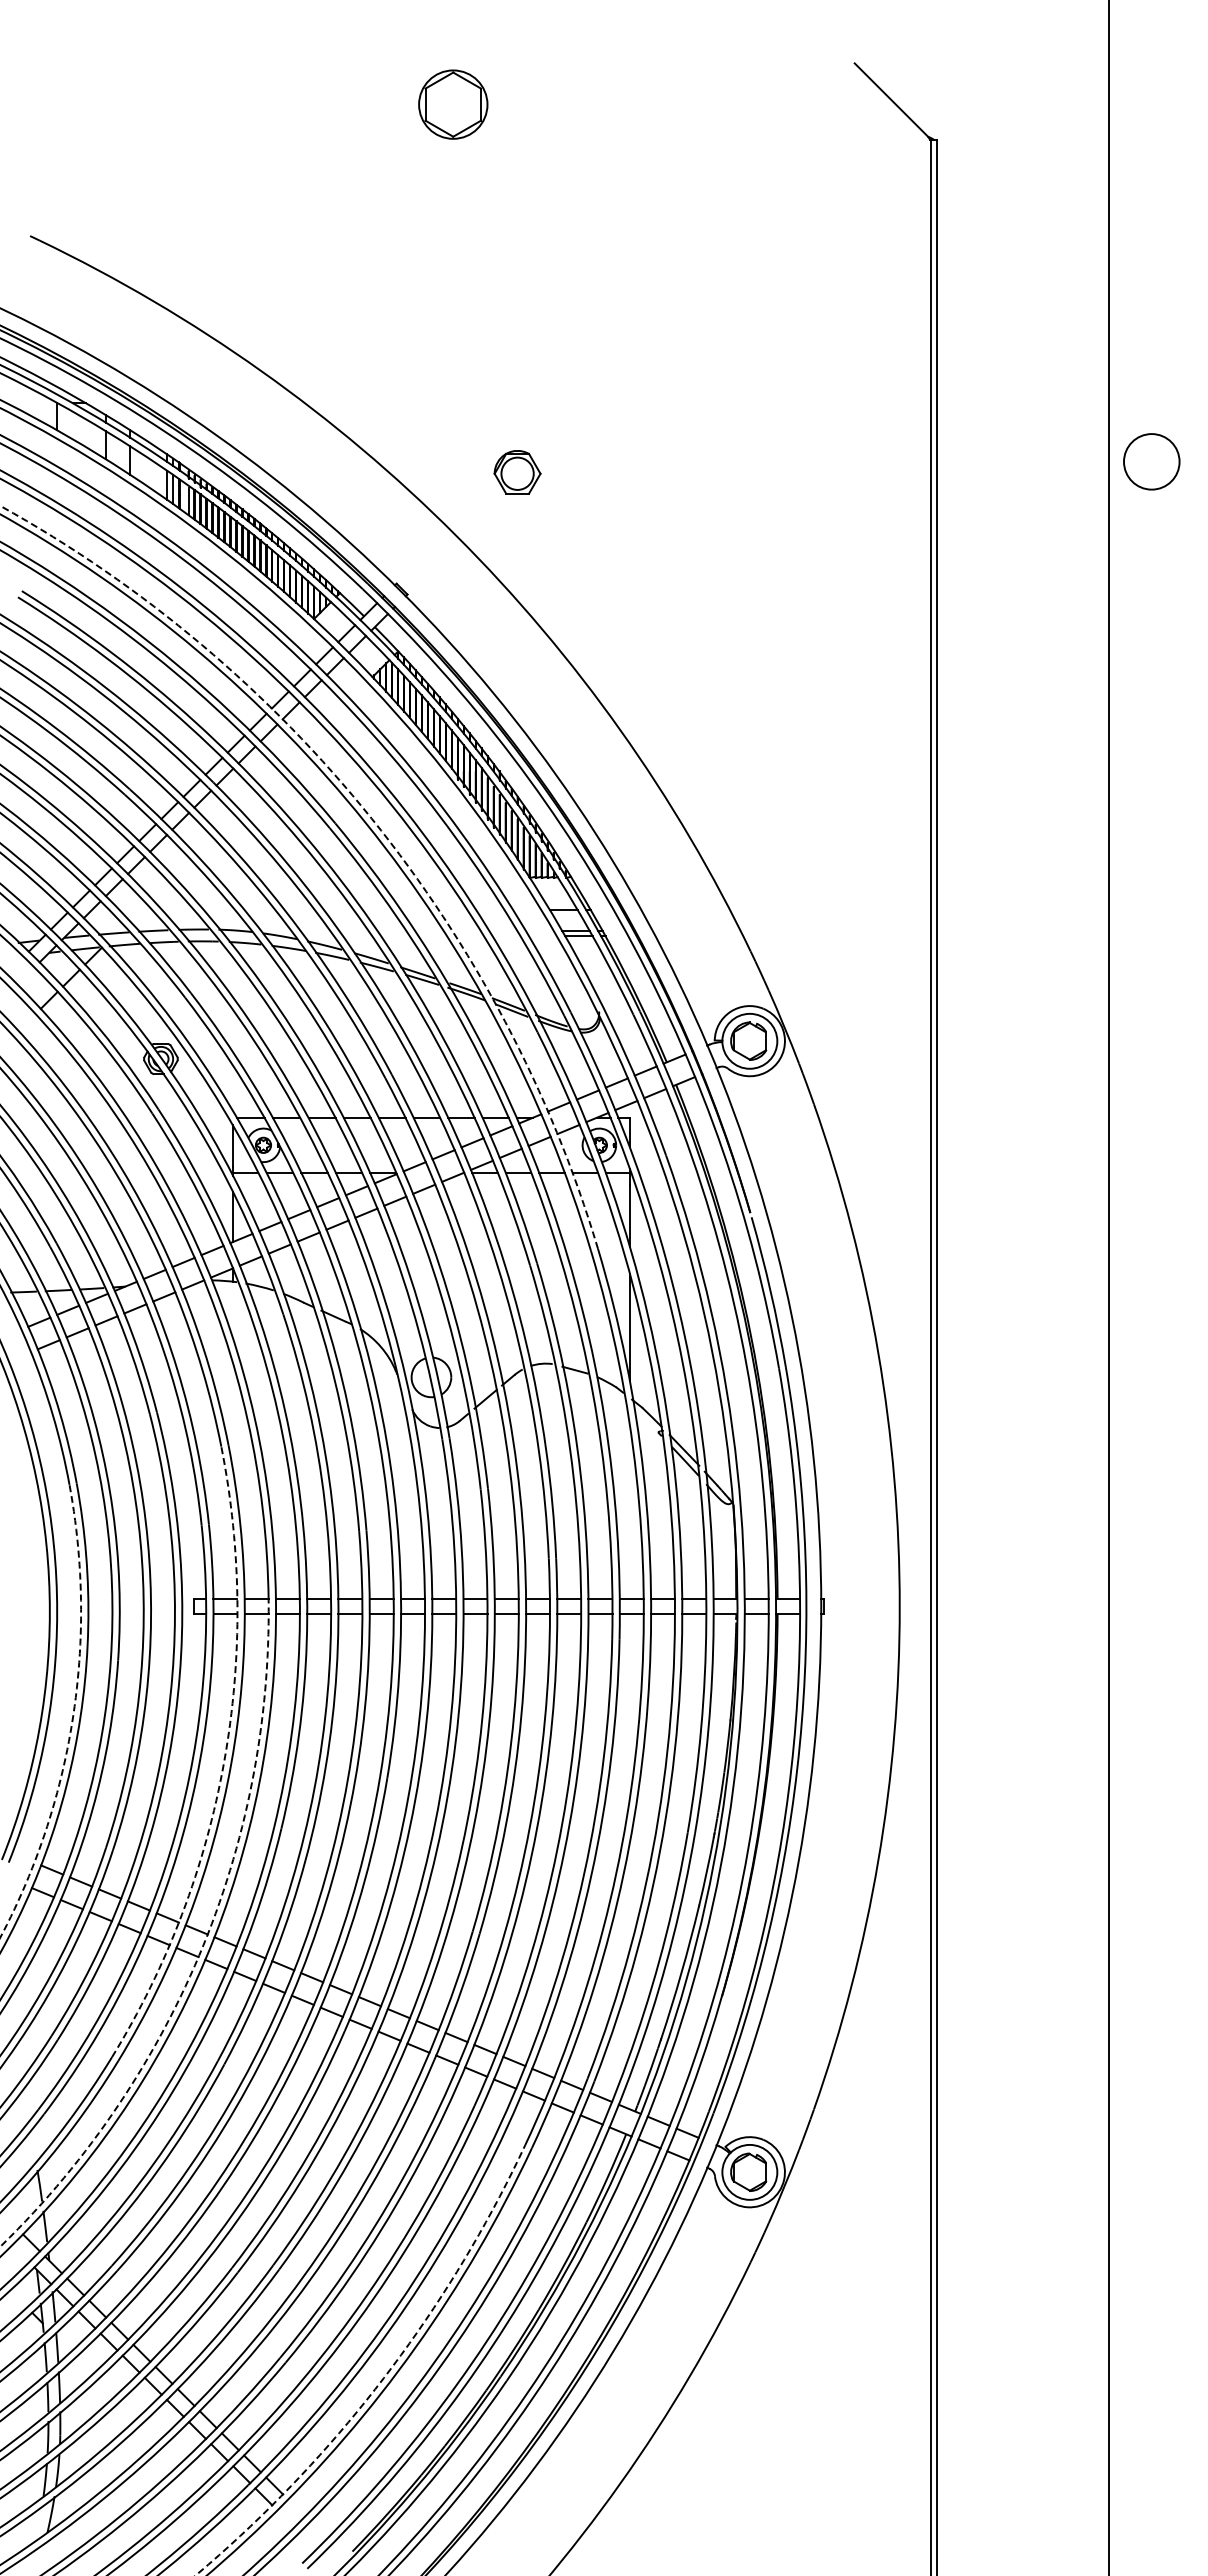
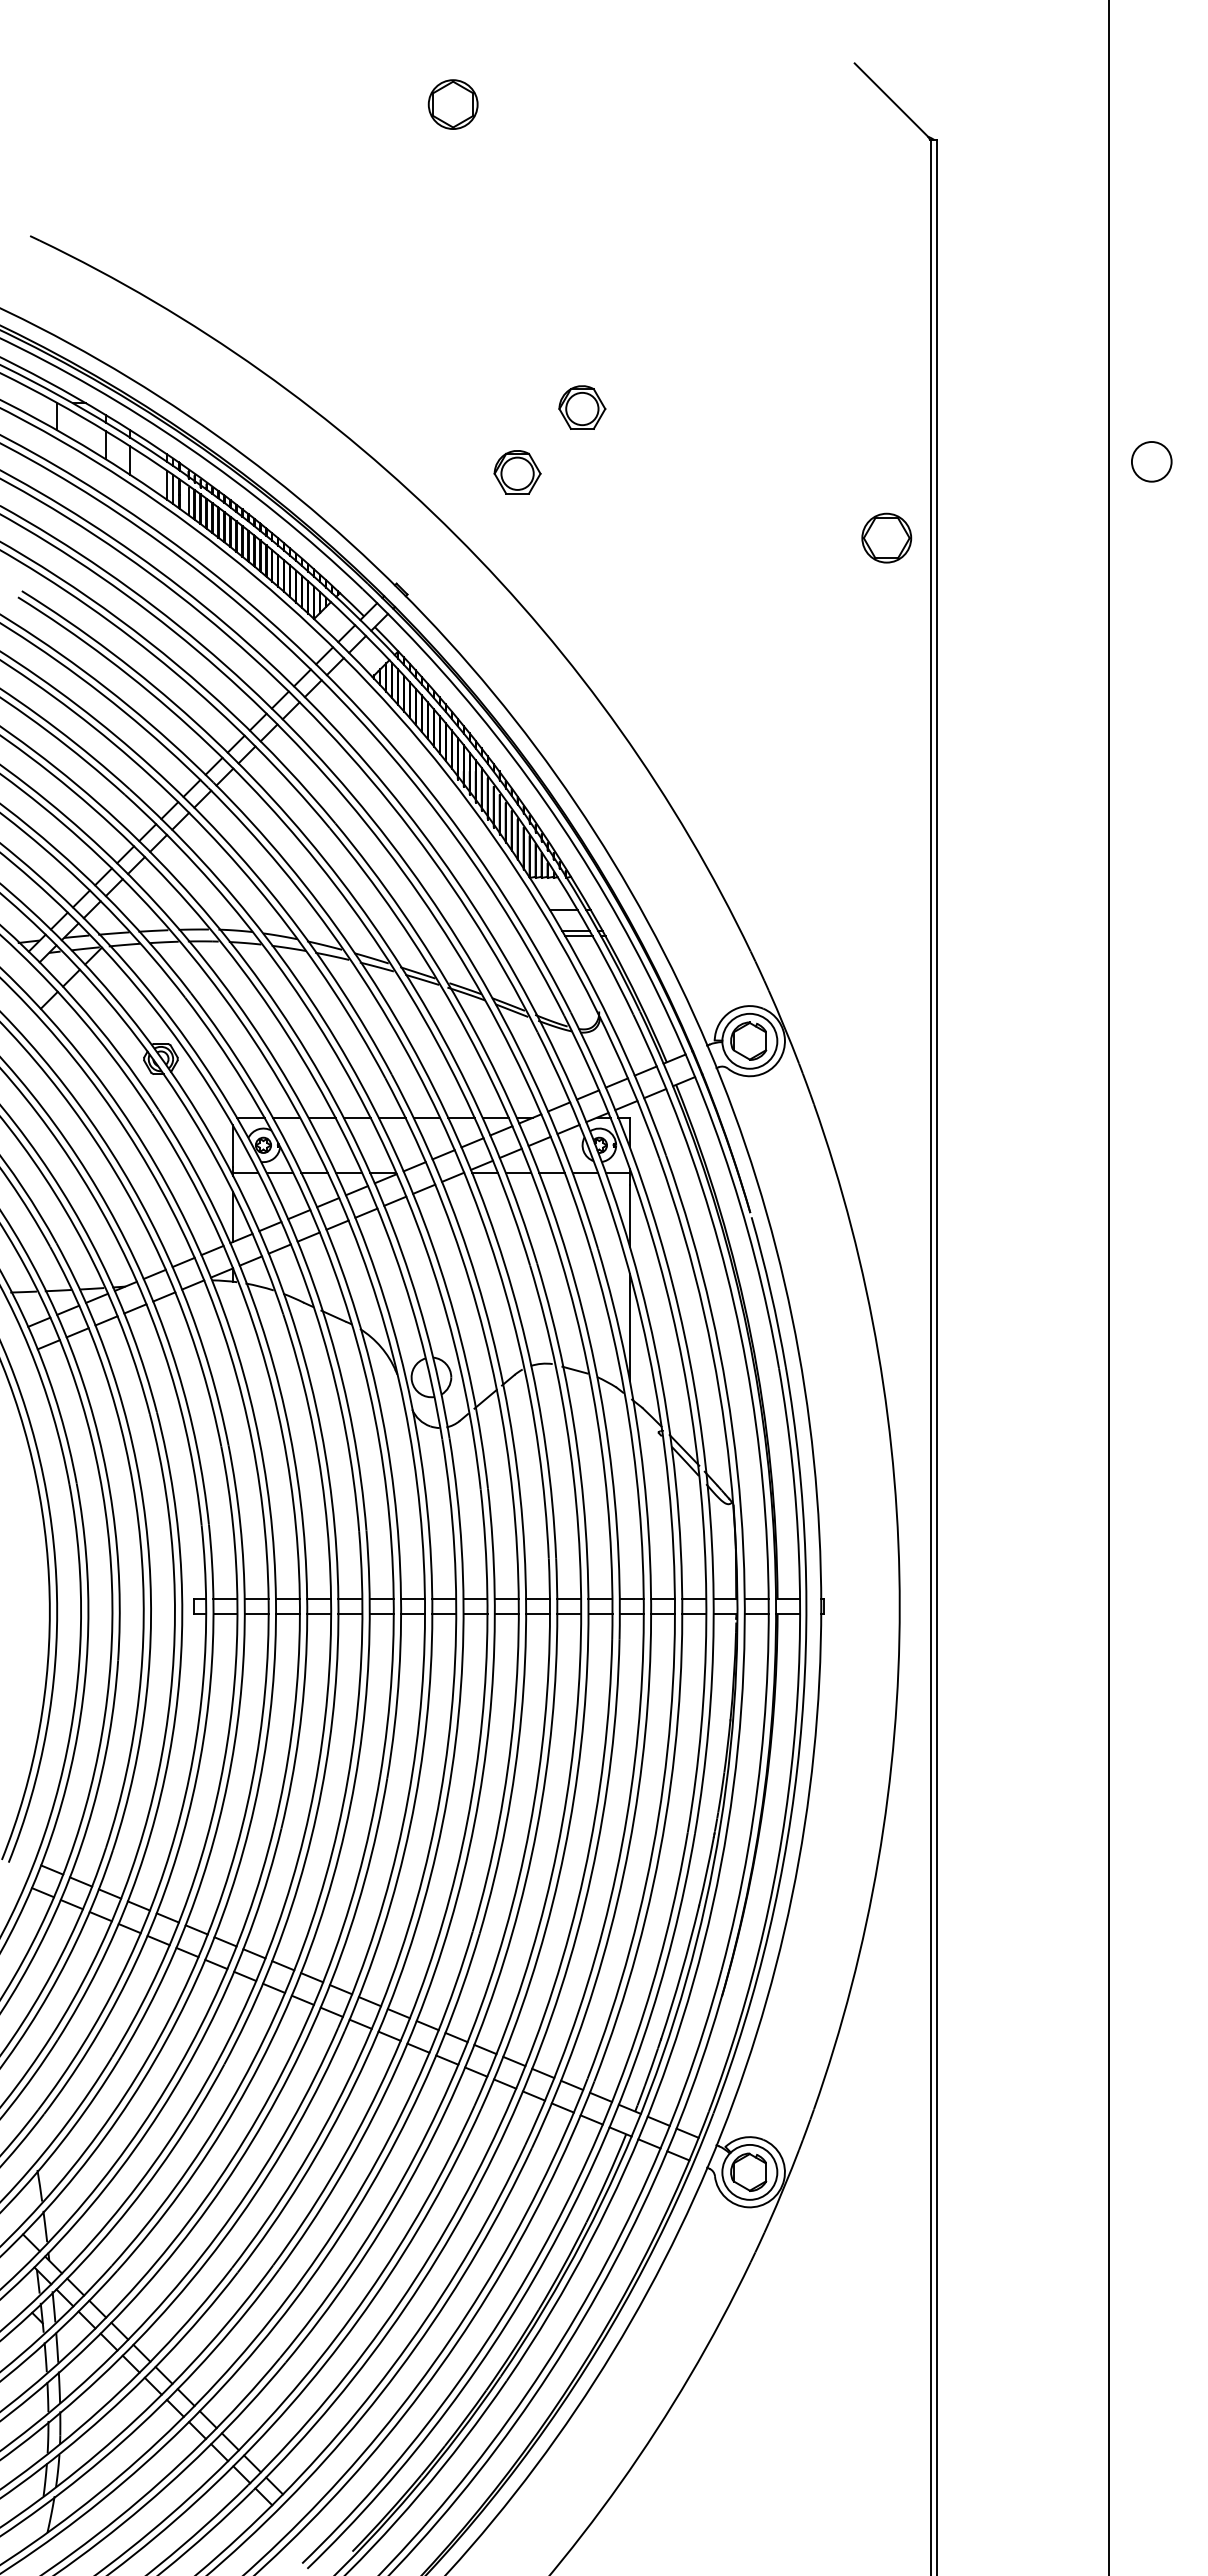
part at (453, 104) size: 71x71 px -> 52x51 px
part at (582, 407): none -> present
circle at (1151, 461) diameter: 56 px -> 40 px
part at (886, 537): none -> present
arc at (371, 818): dashed -> solid
arc at (72, 1717): dashed -> solid
arc at (224, 1762): dashed -> solid
arc at (201, 1950): dashed -> solid
arc at (383, 2379): dashed -> solid
